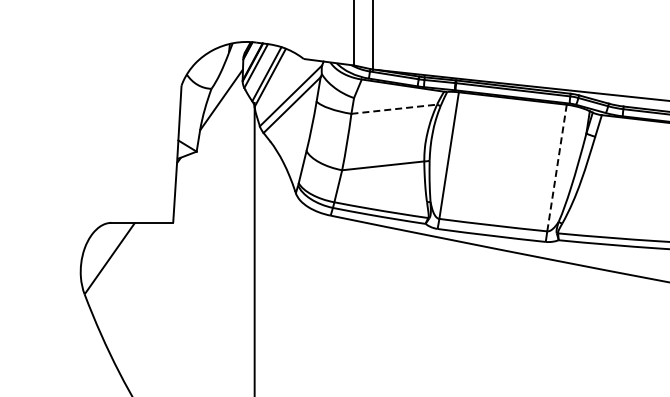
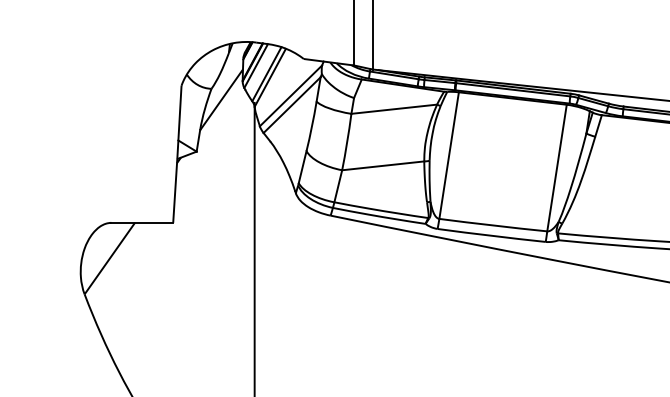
line at (394, 109): dashed -> solid
line at (556, 168): dashed -> solid
